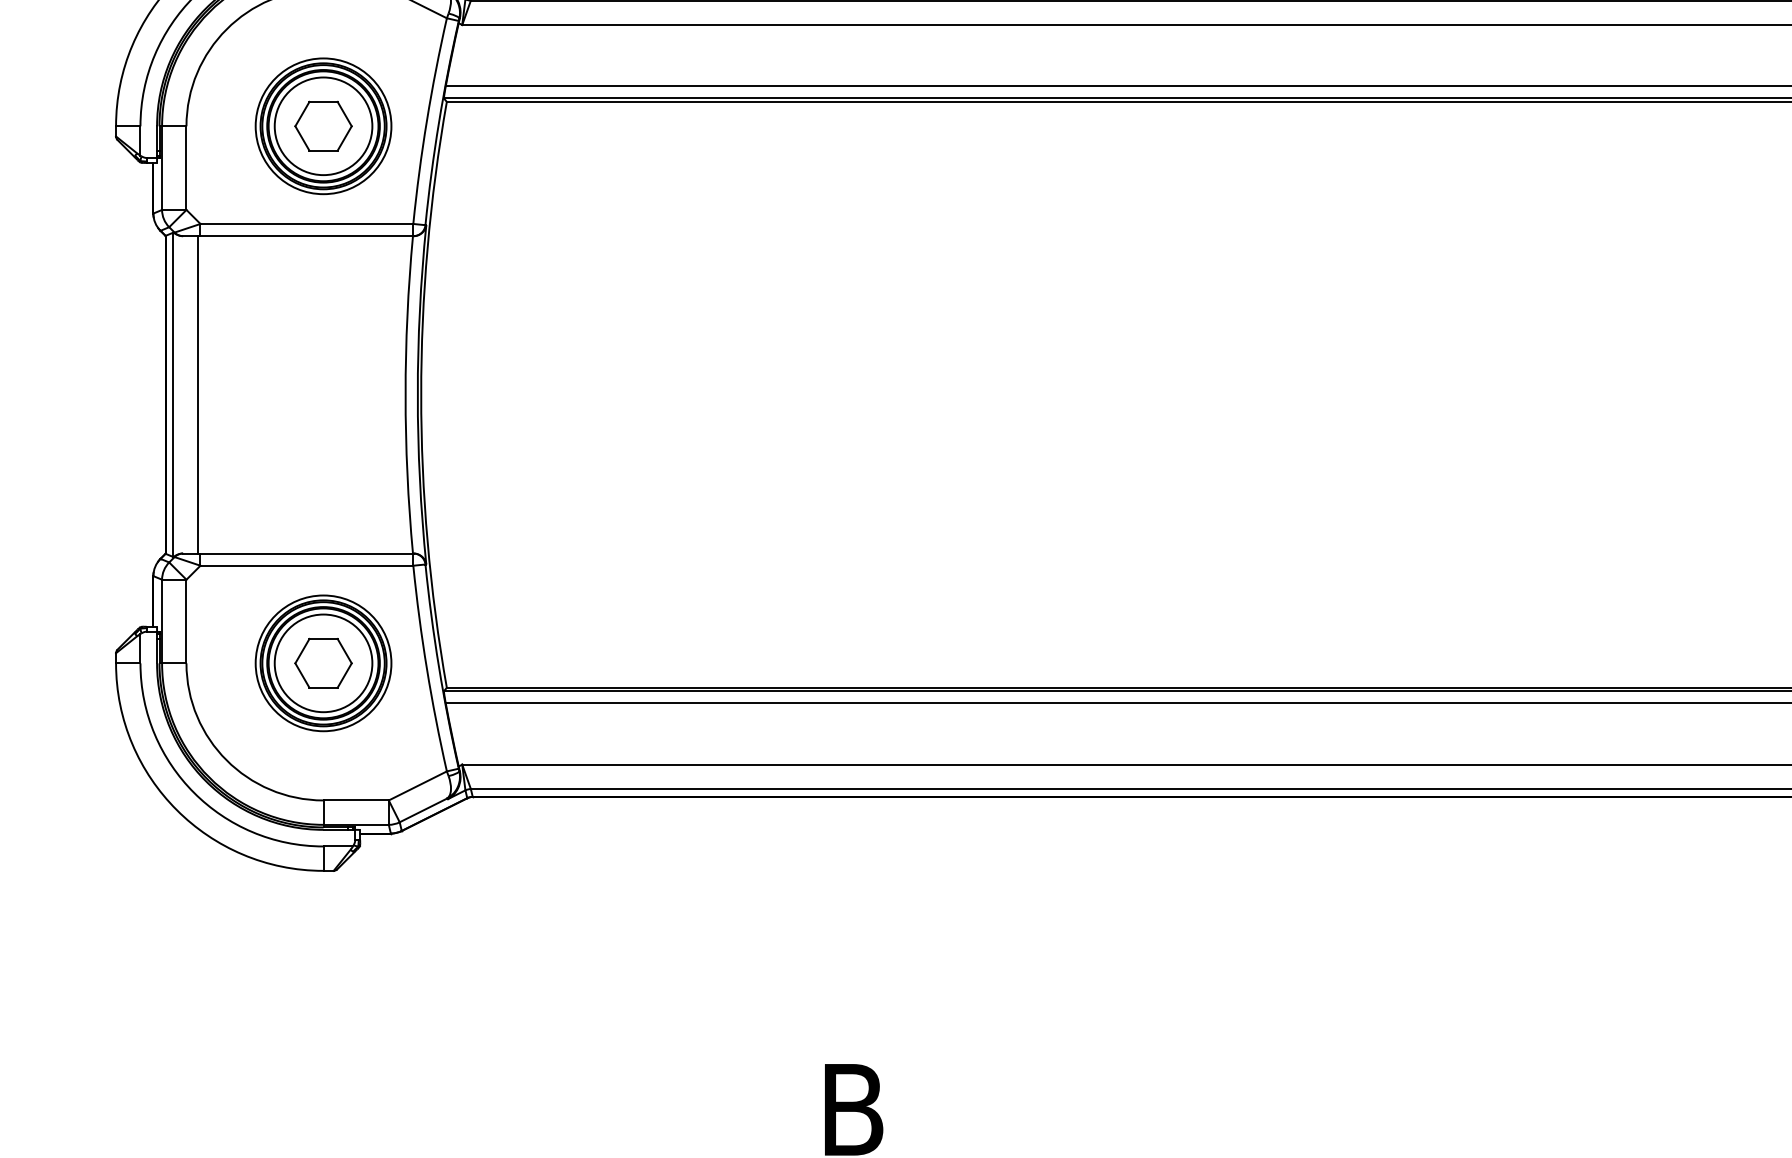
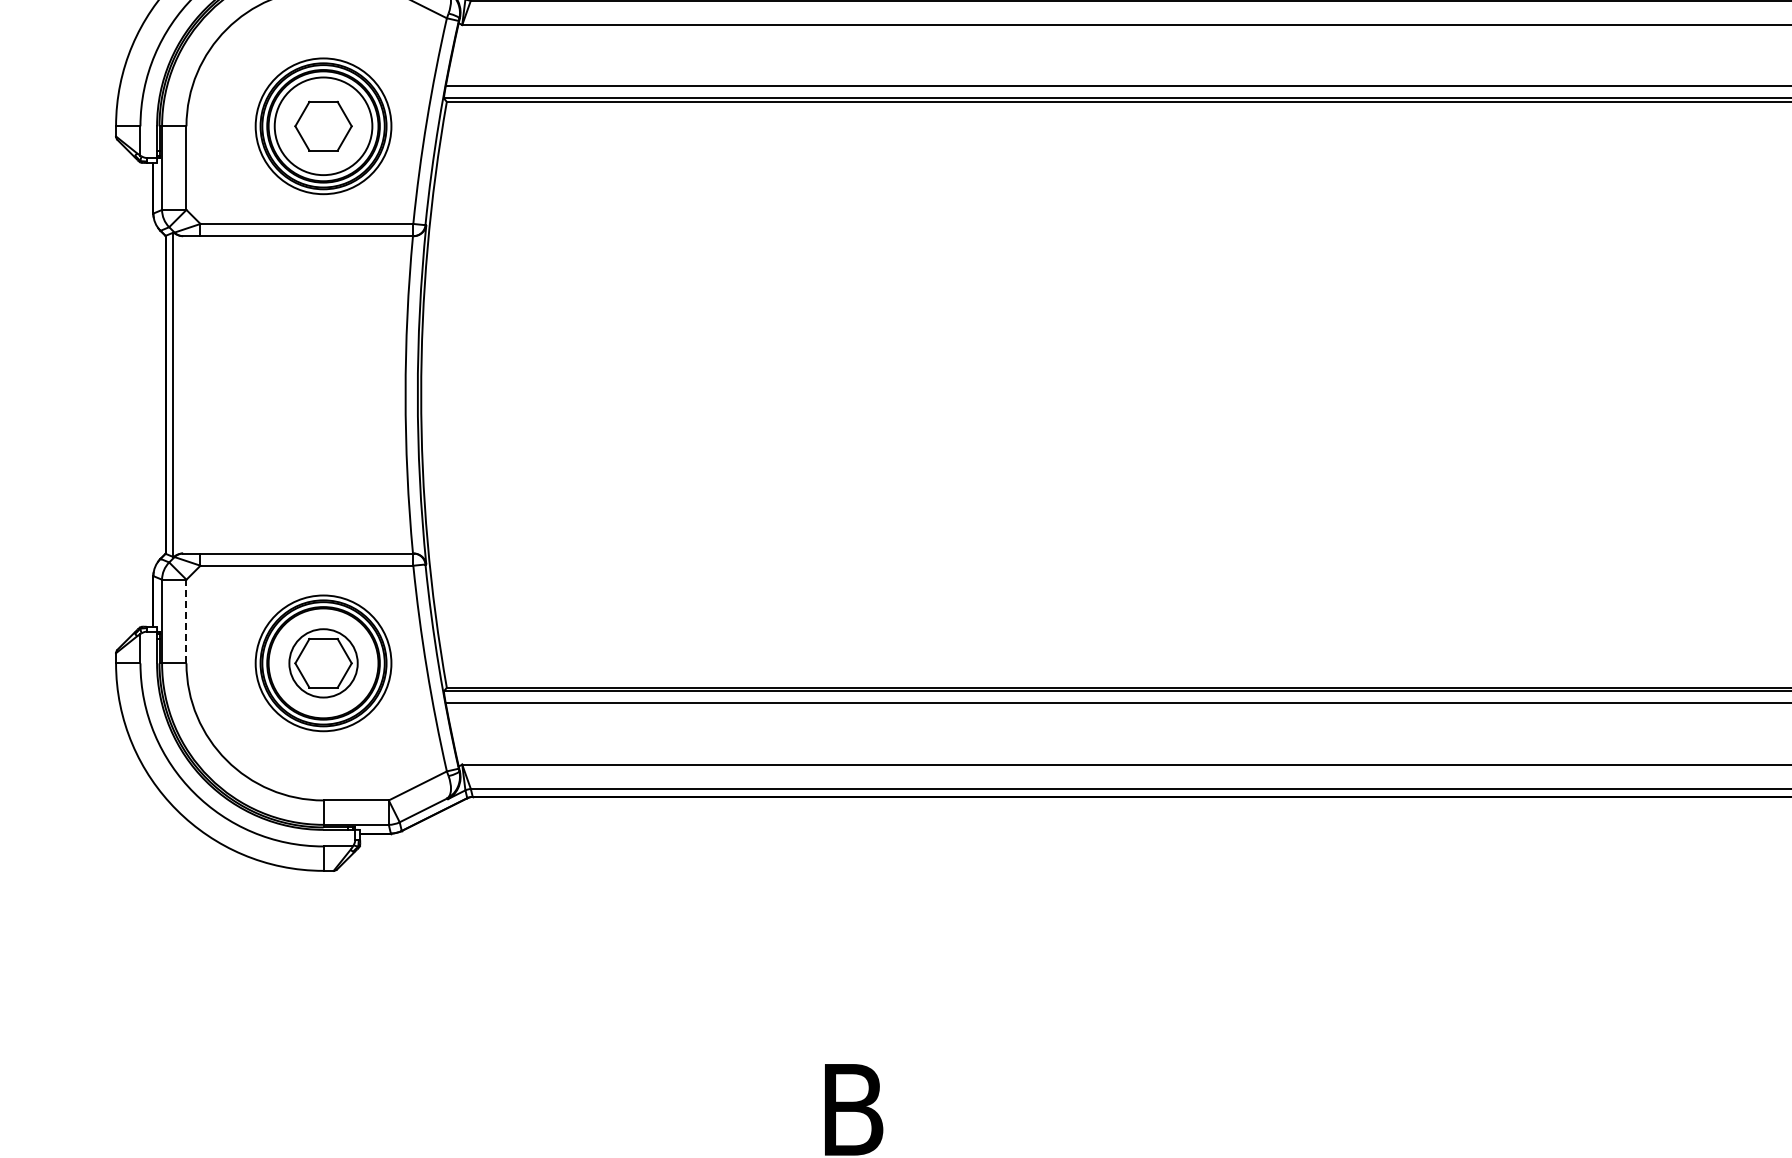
line at (197, 394): present -> none
line at (186, 621): solid -> dashed
circle at (323, 663) diameter: 98 px -> 68 px
